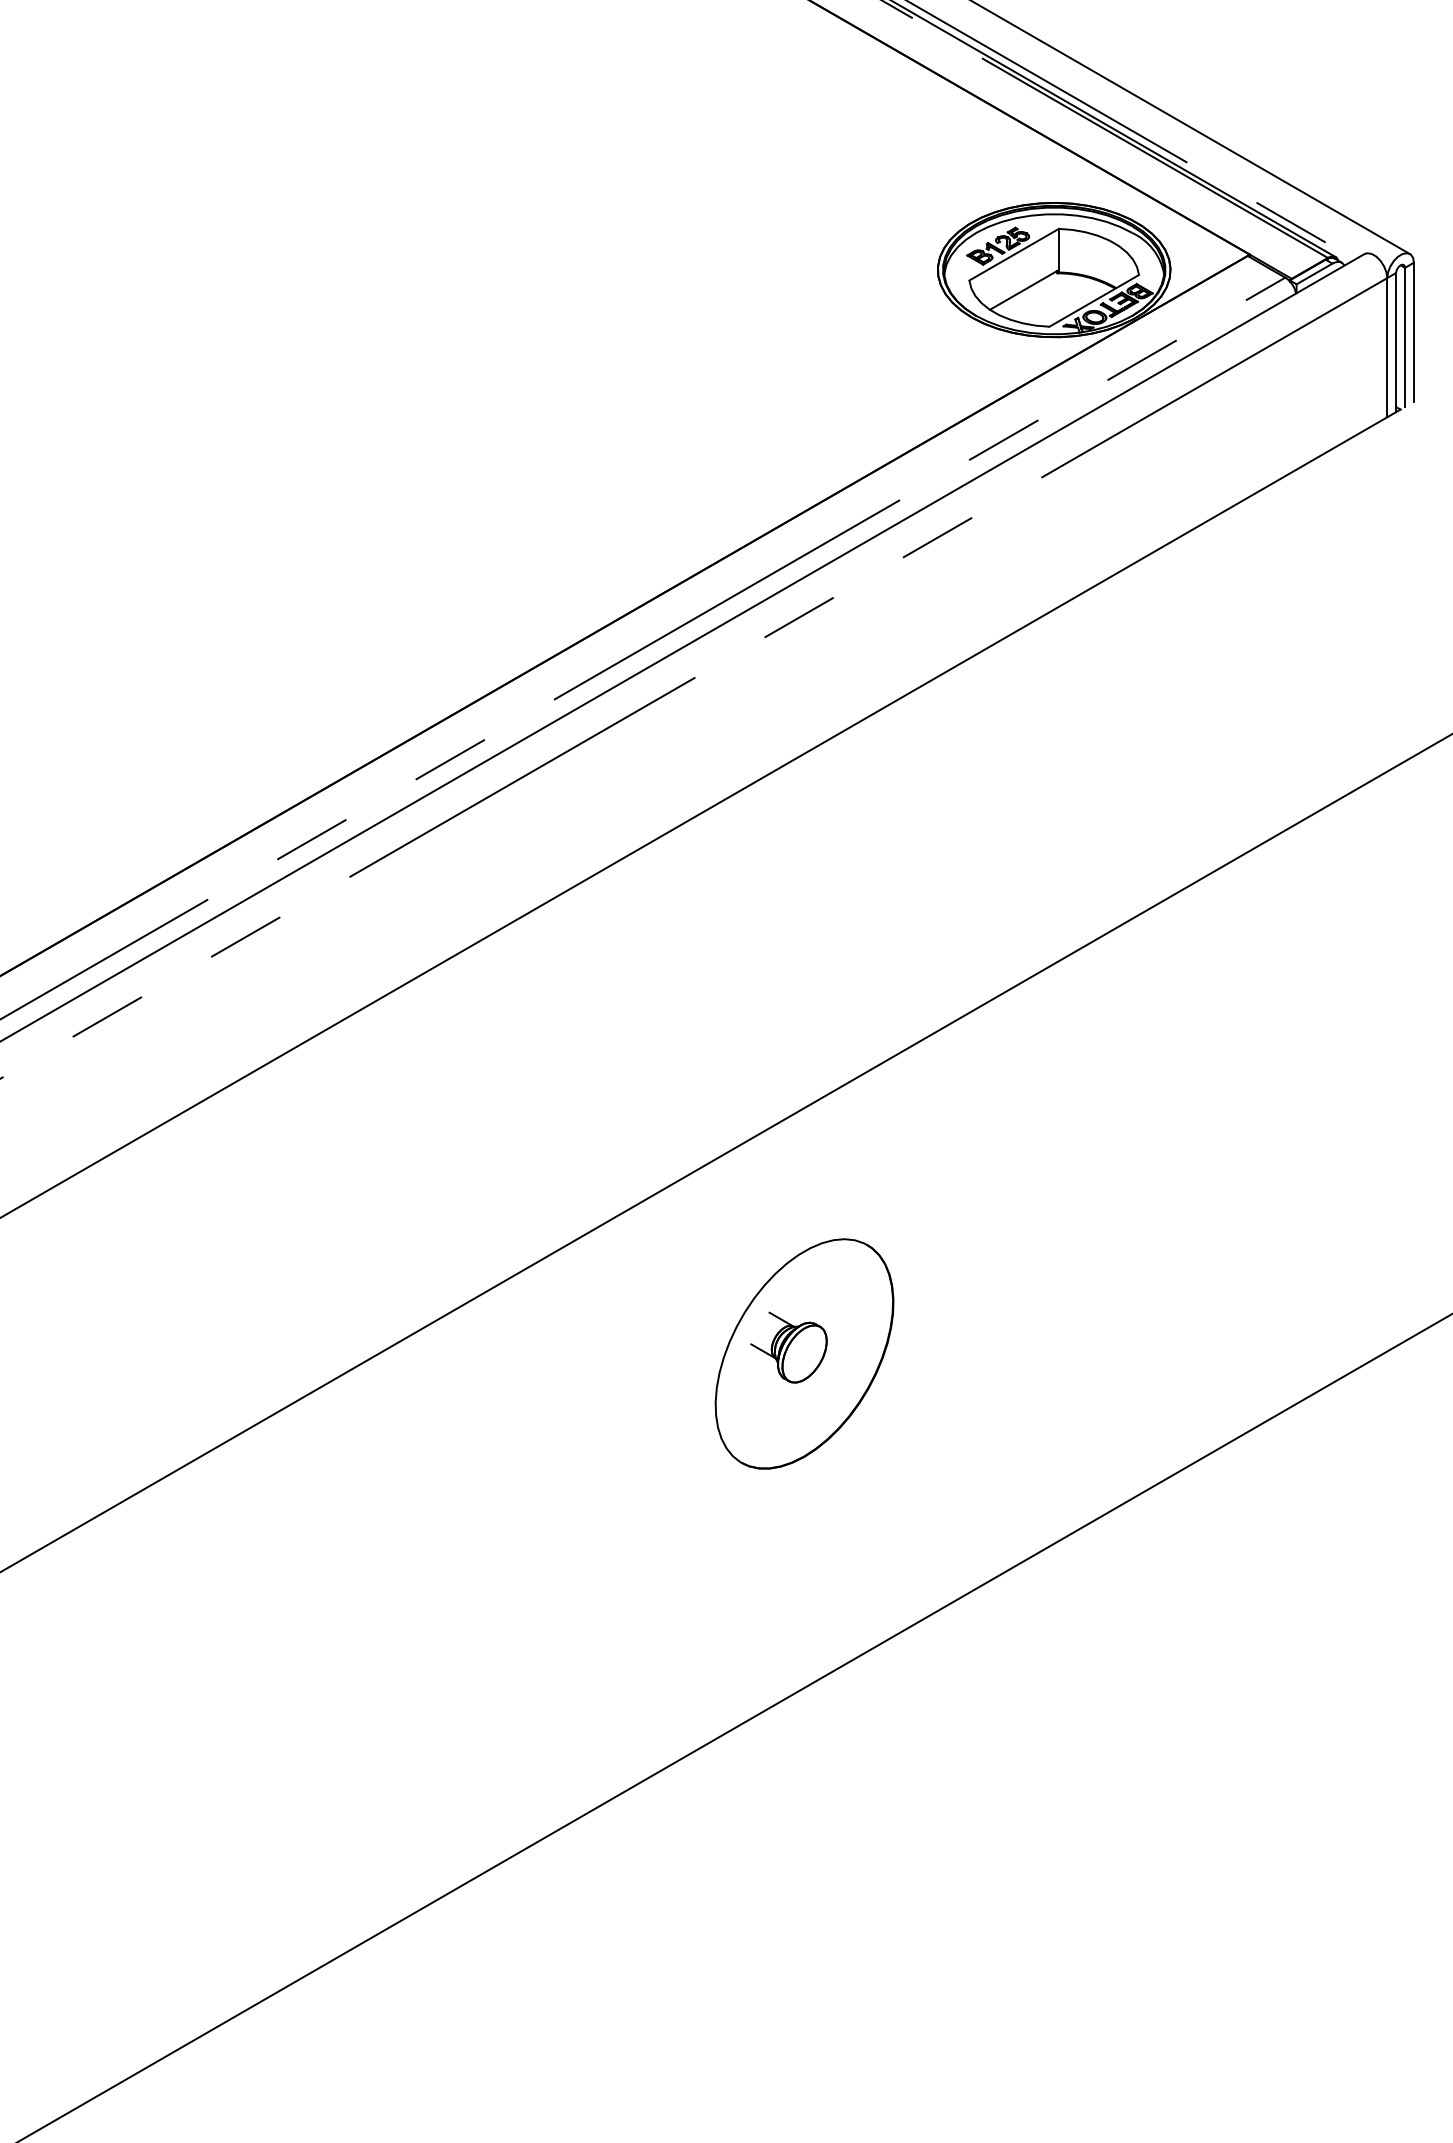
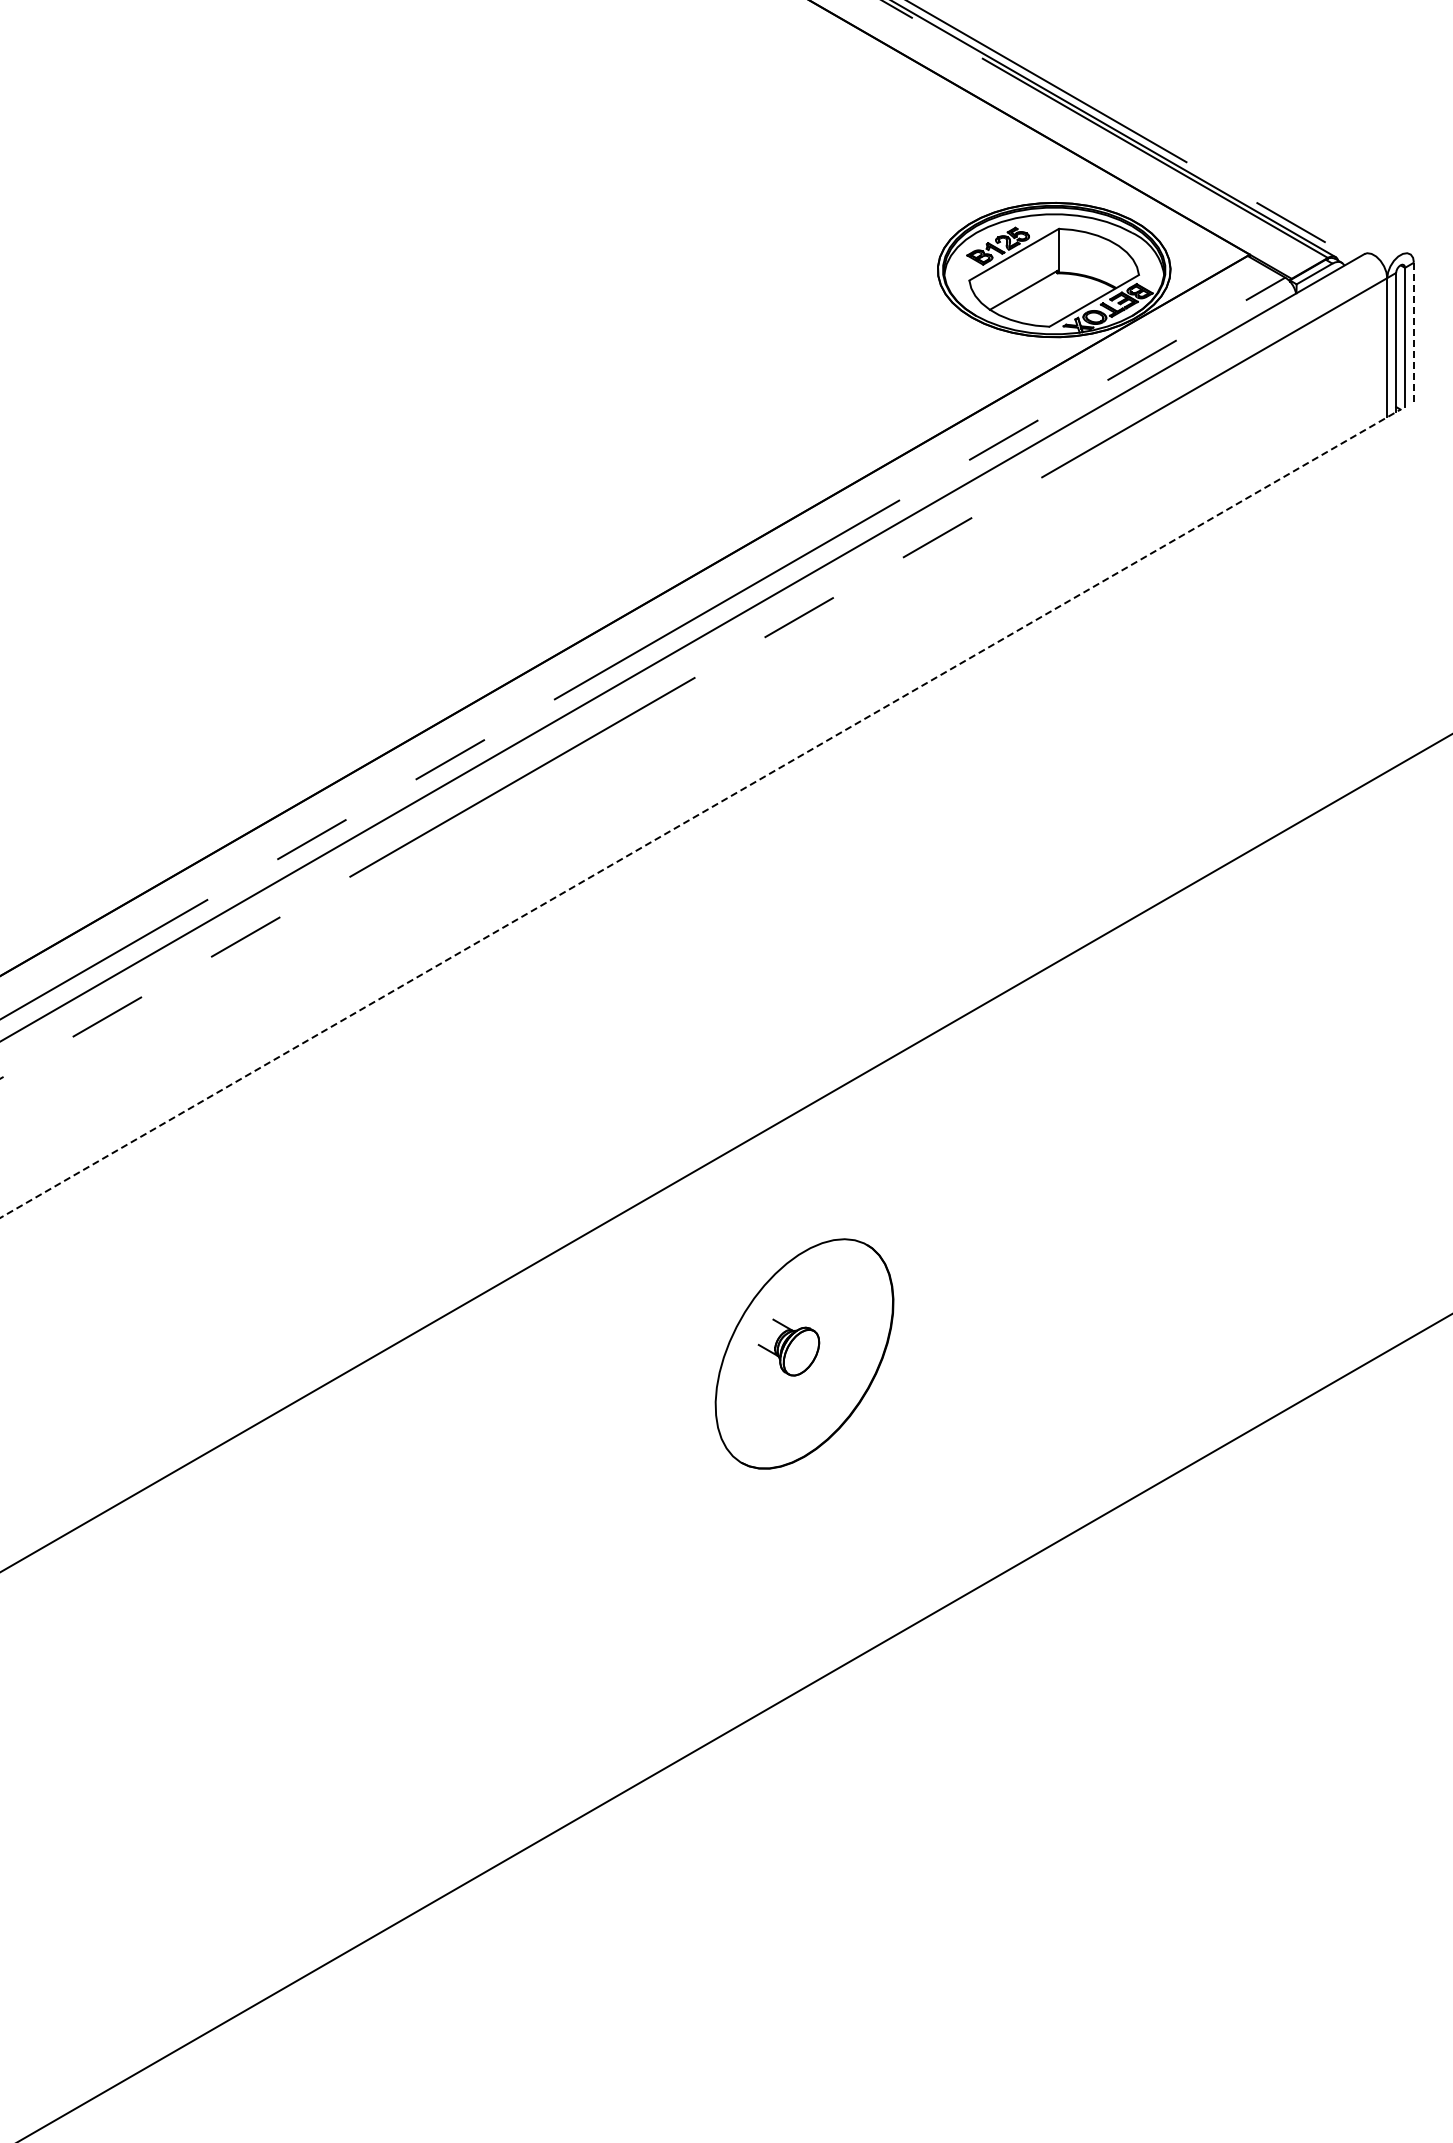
line at (1191, 128): present -> none
line at (1413, 332): solid -> dashed
line at (700, 813): solid -> dashed
part at (788, 1347) size: 78x73 px -> 64x59 px
